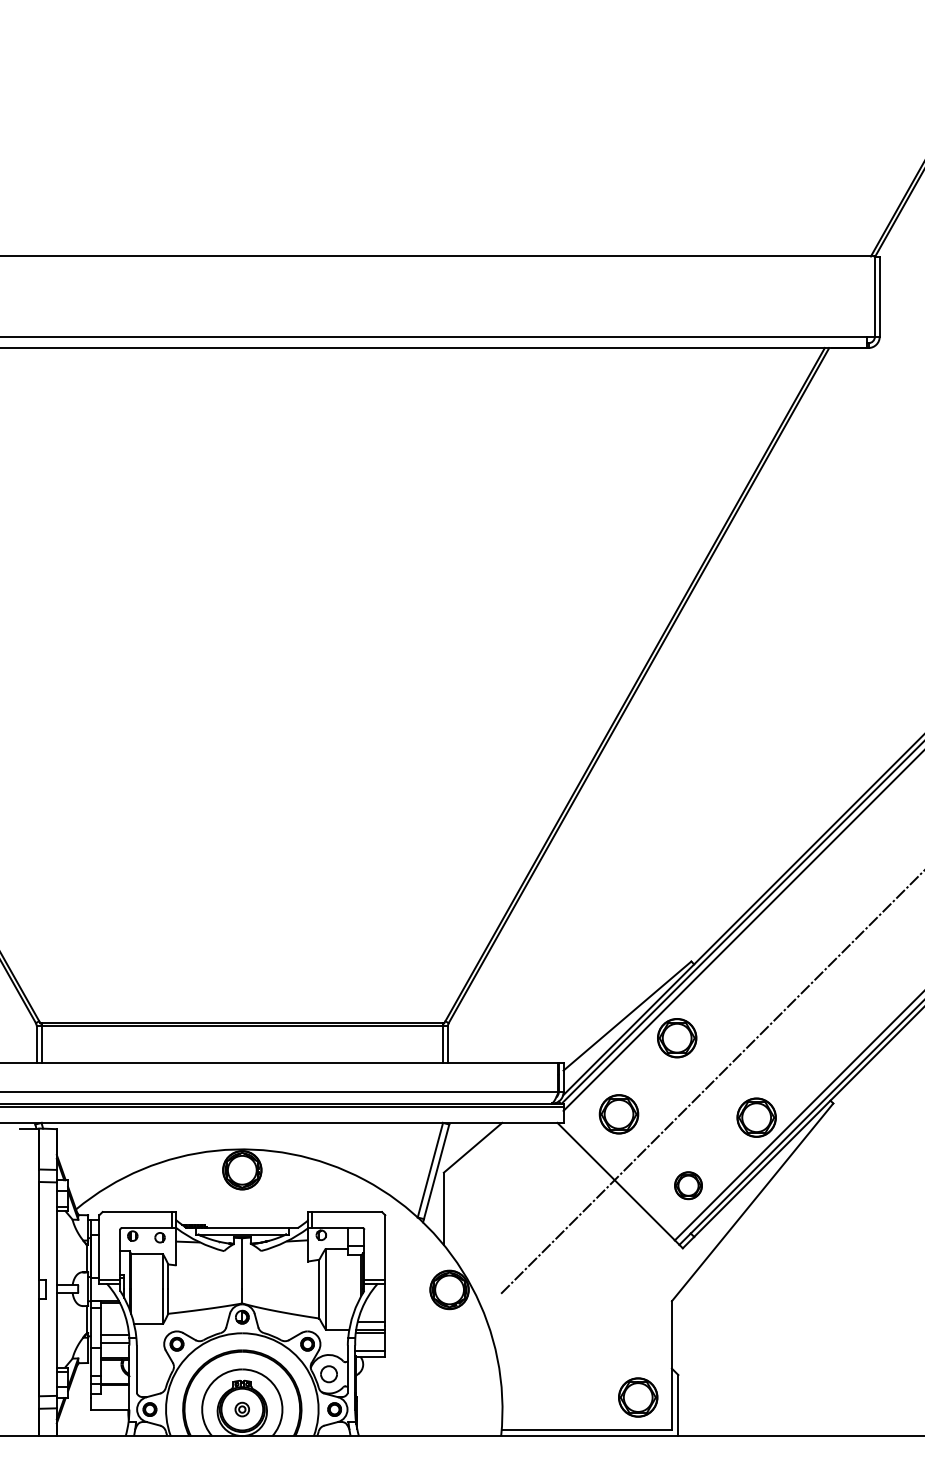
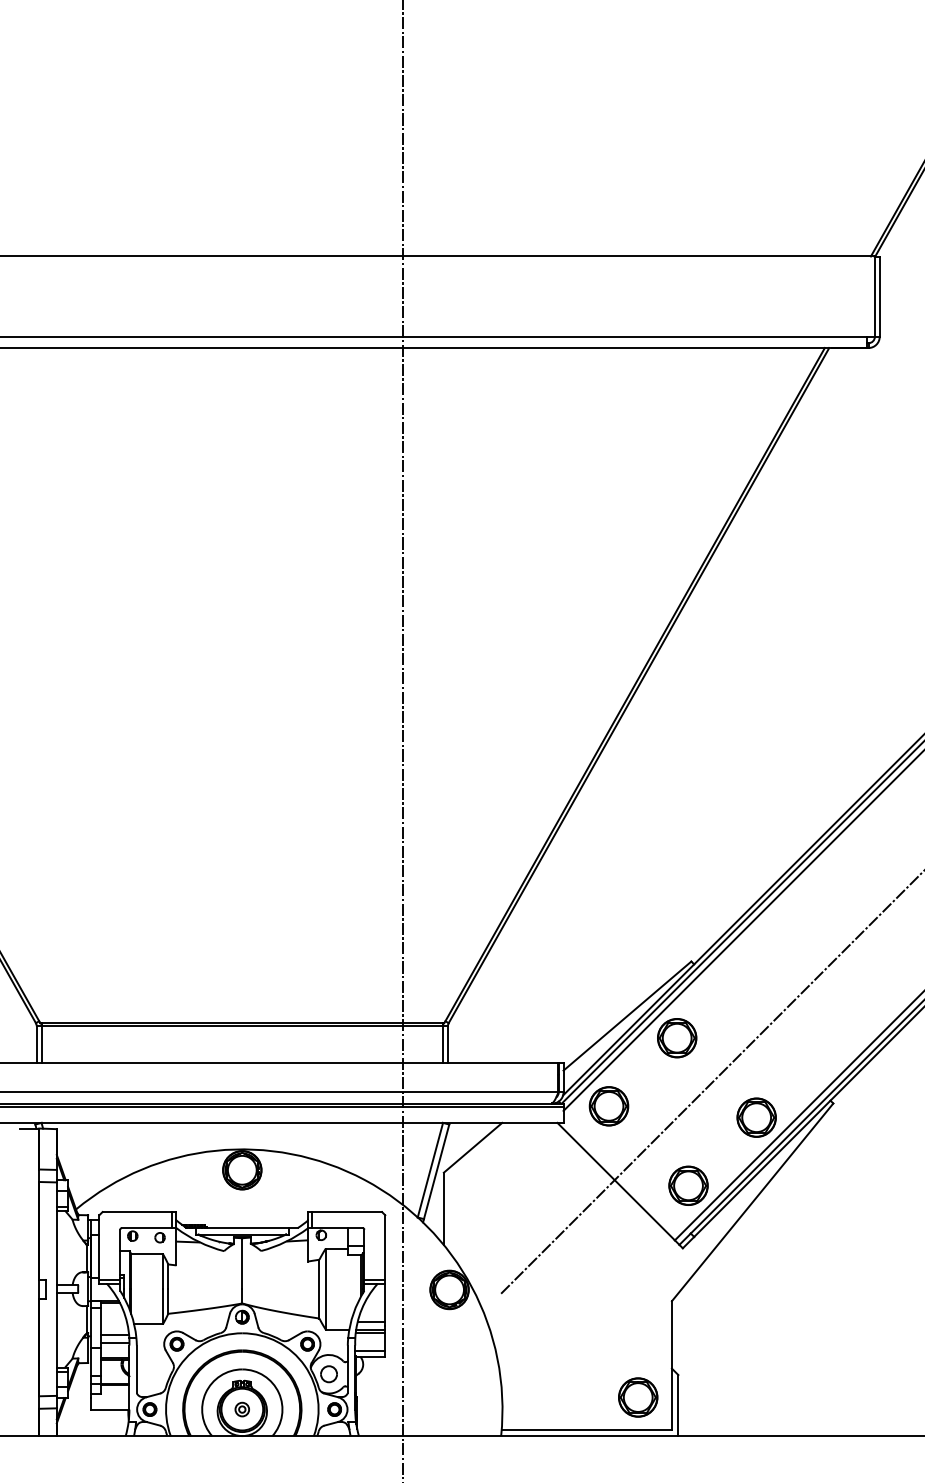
line at (402, 740): none -> present
part at (618, 1114) position: (618, 1114) -> (608, 1106)
part at (688, 1185) size: 29x30 px -> 41x41 px
